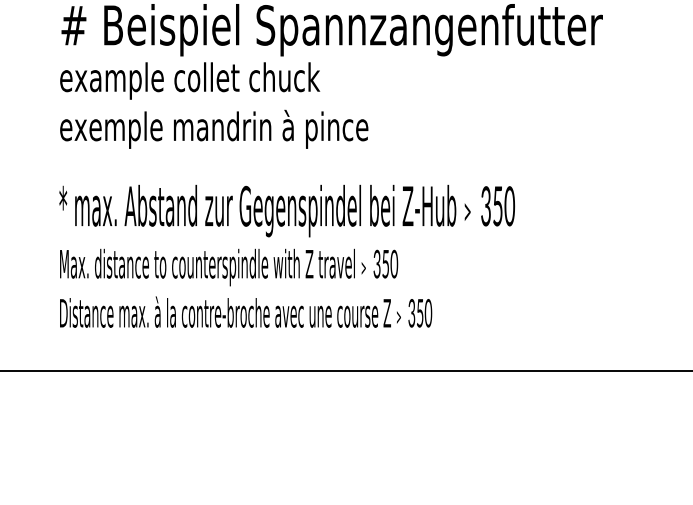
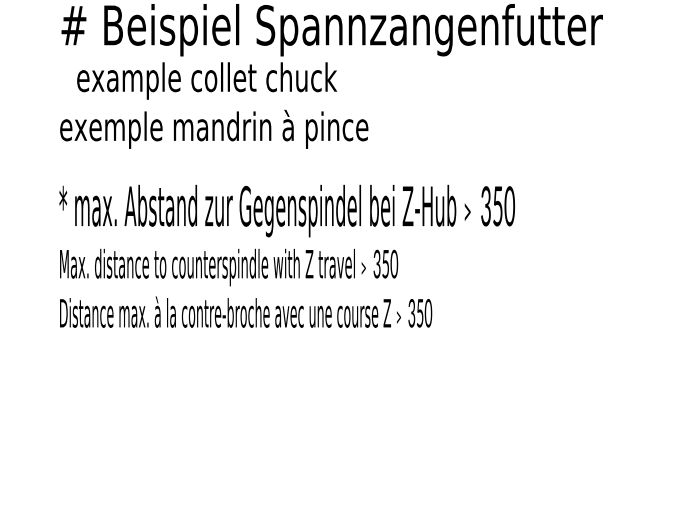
text at (190, 80) position: (190, 80) -> (207, 80)
line at (345, 370): present -> none
